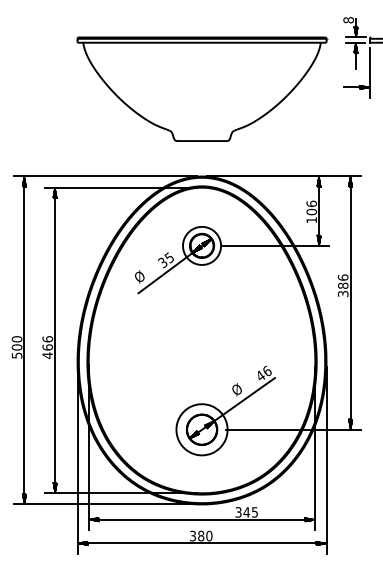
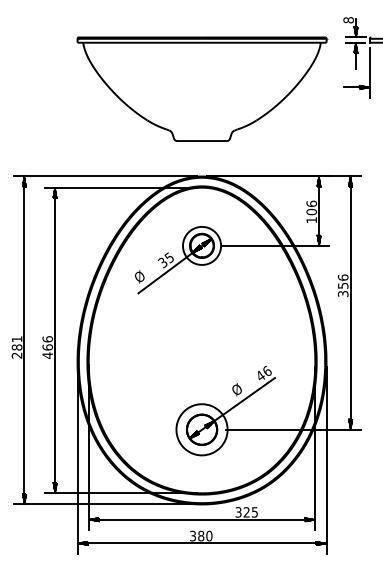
text at (343, 285): 386 -> 356
text at (16, 347): 500 -> 281
text at (246, 512): 345 -> 325
